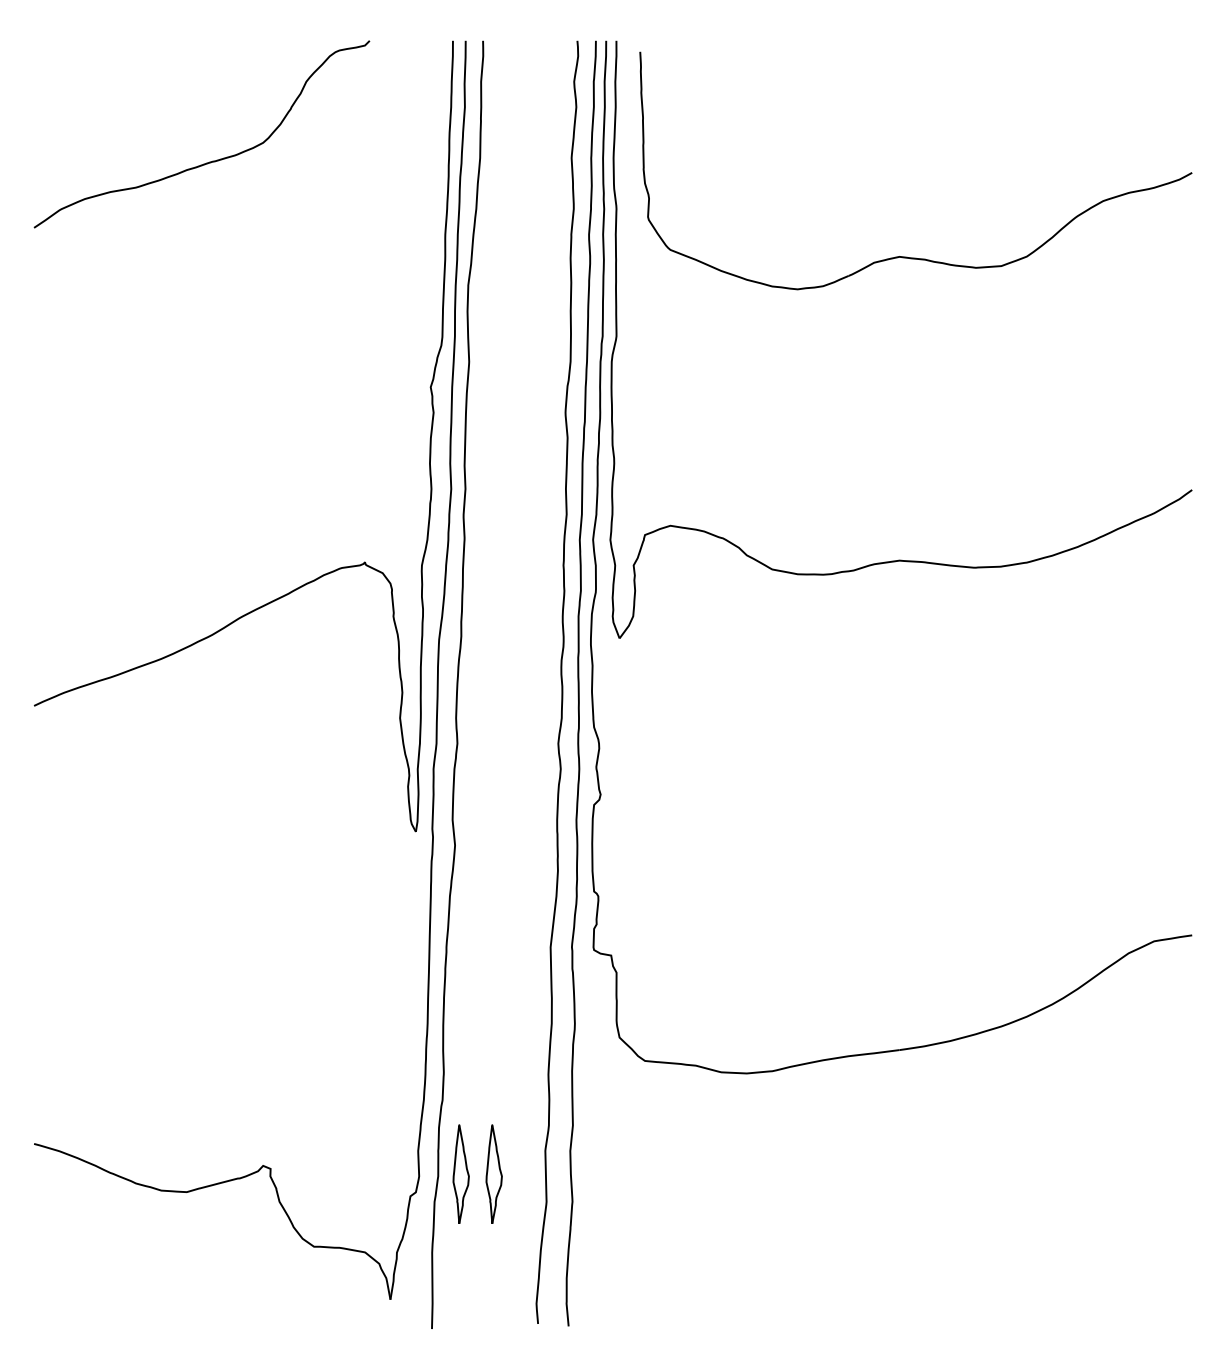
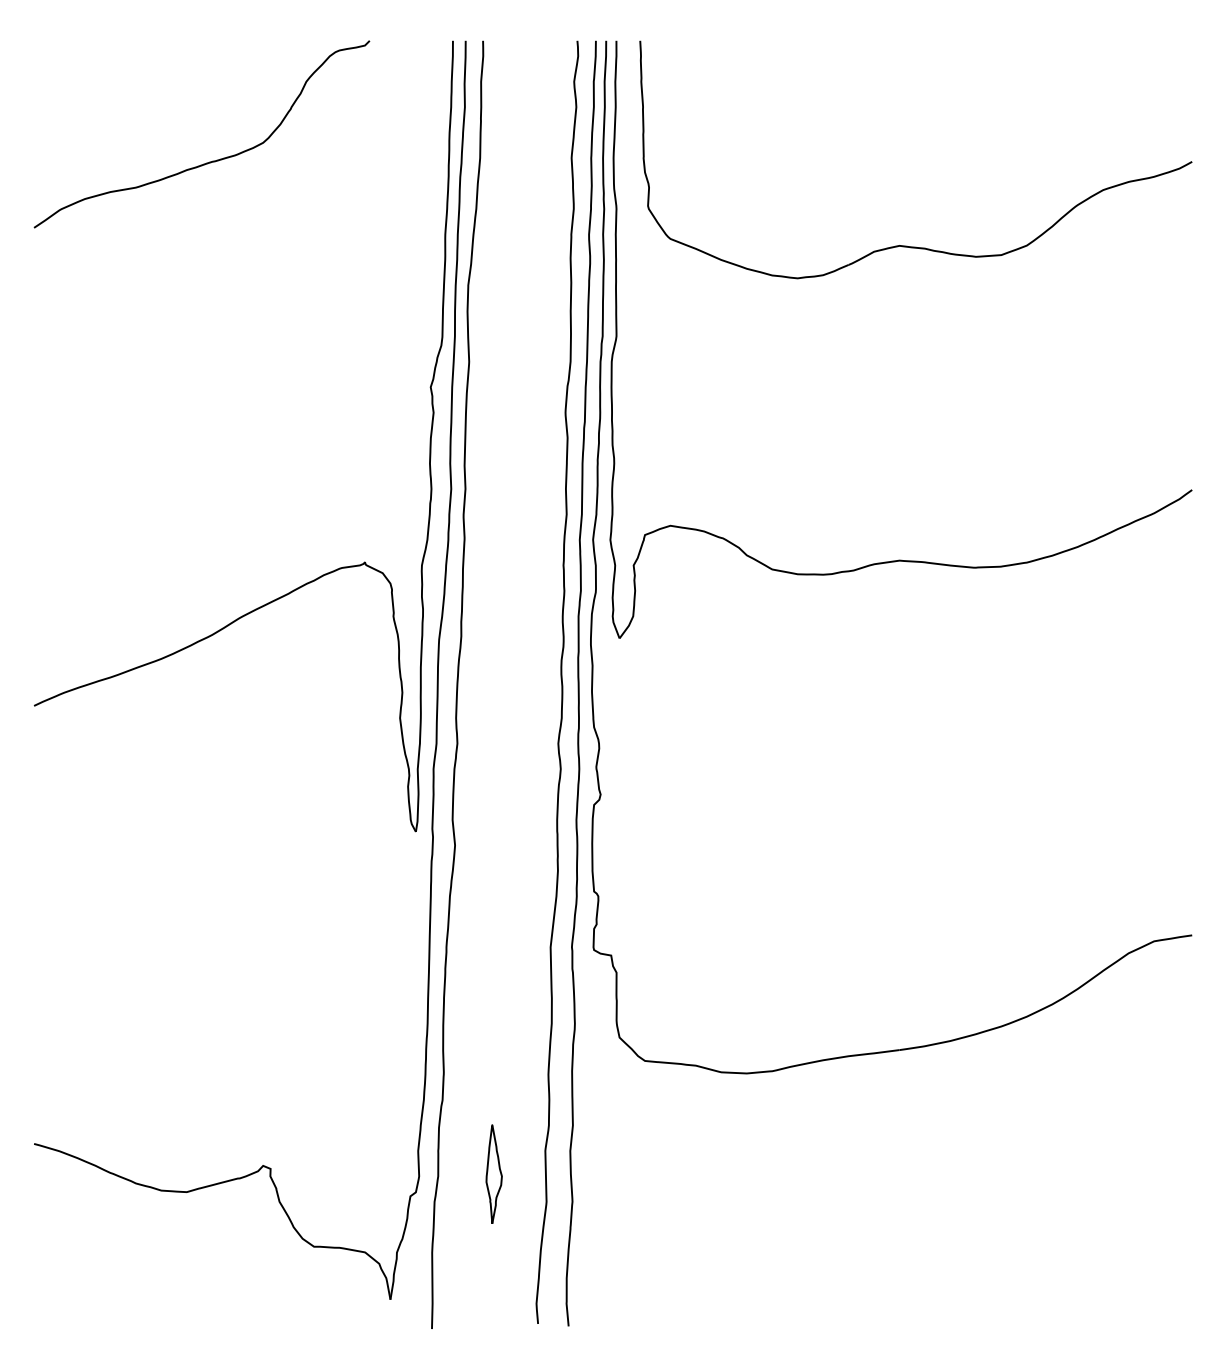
part at (907, 256) position: (907, 256) -> (907, 245)
part at (460, 1173): present -> none
